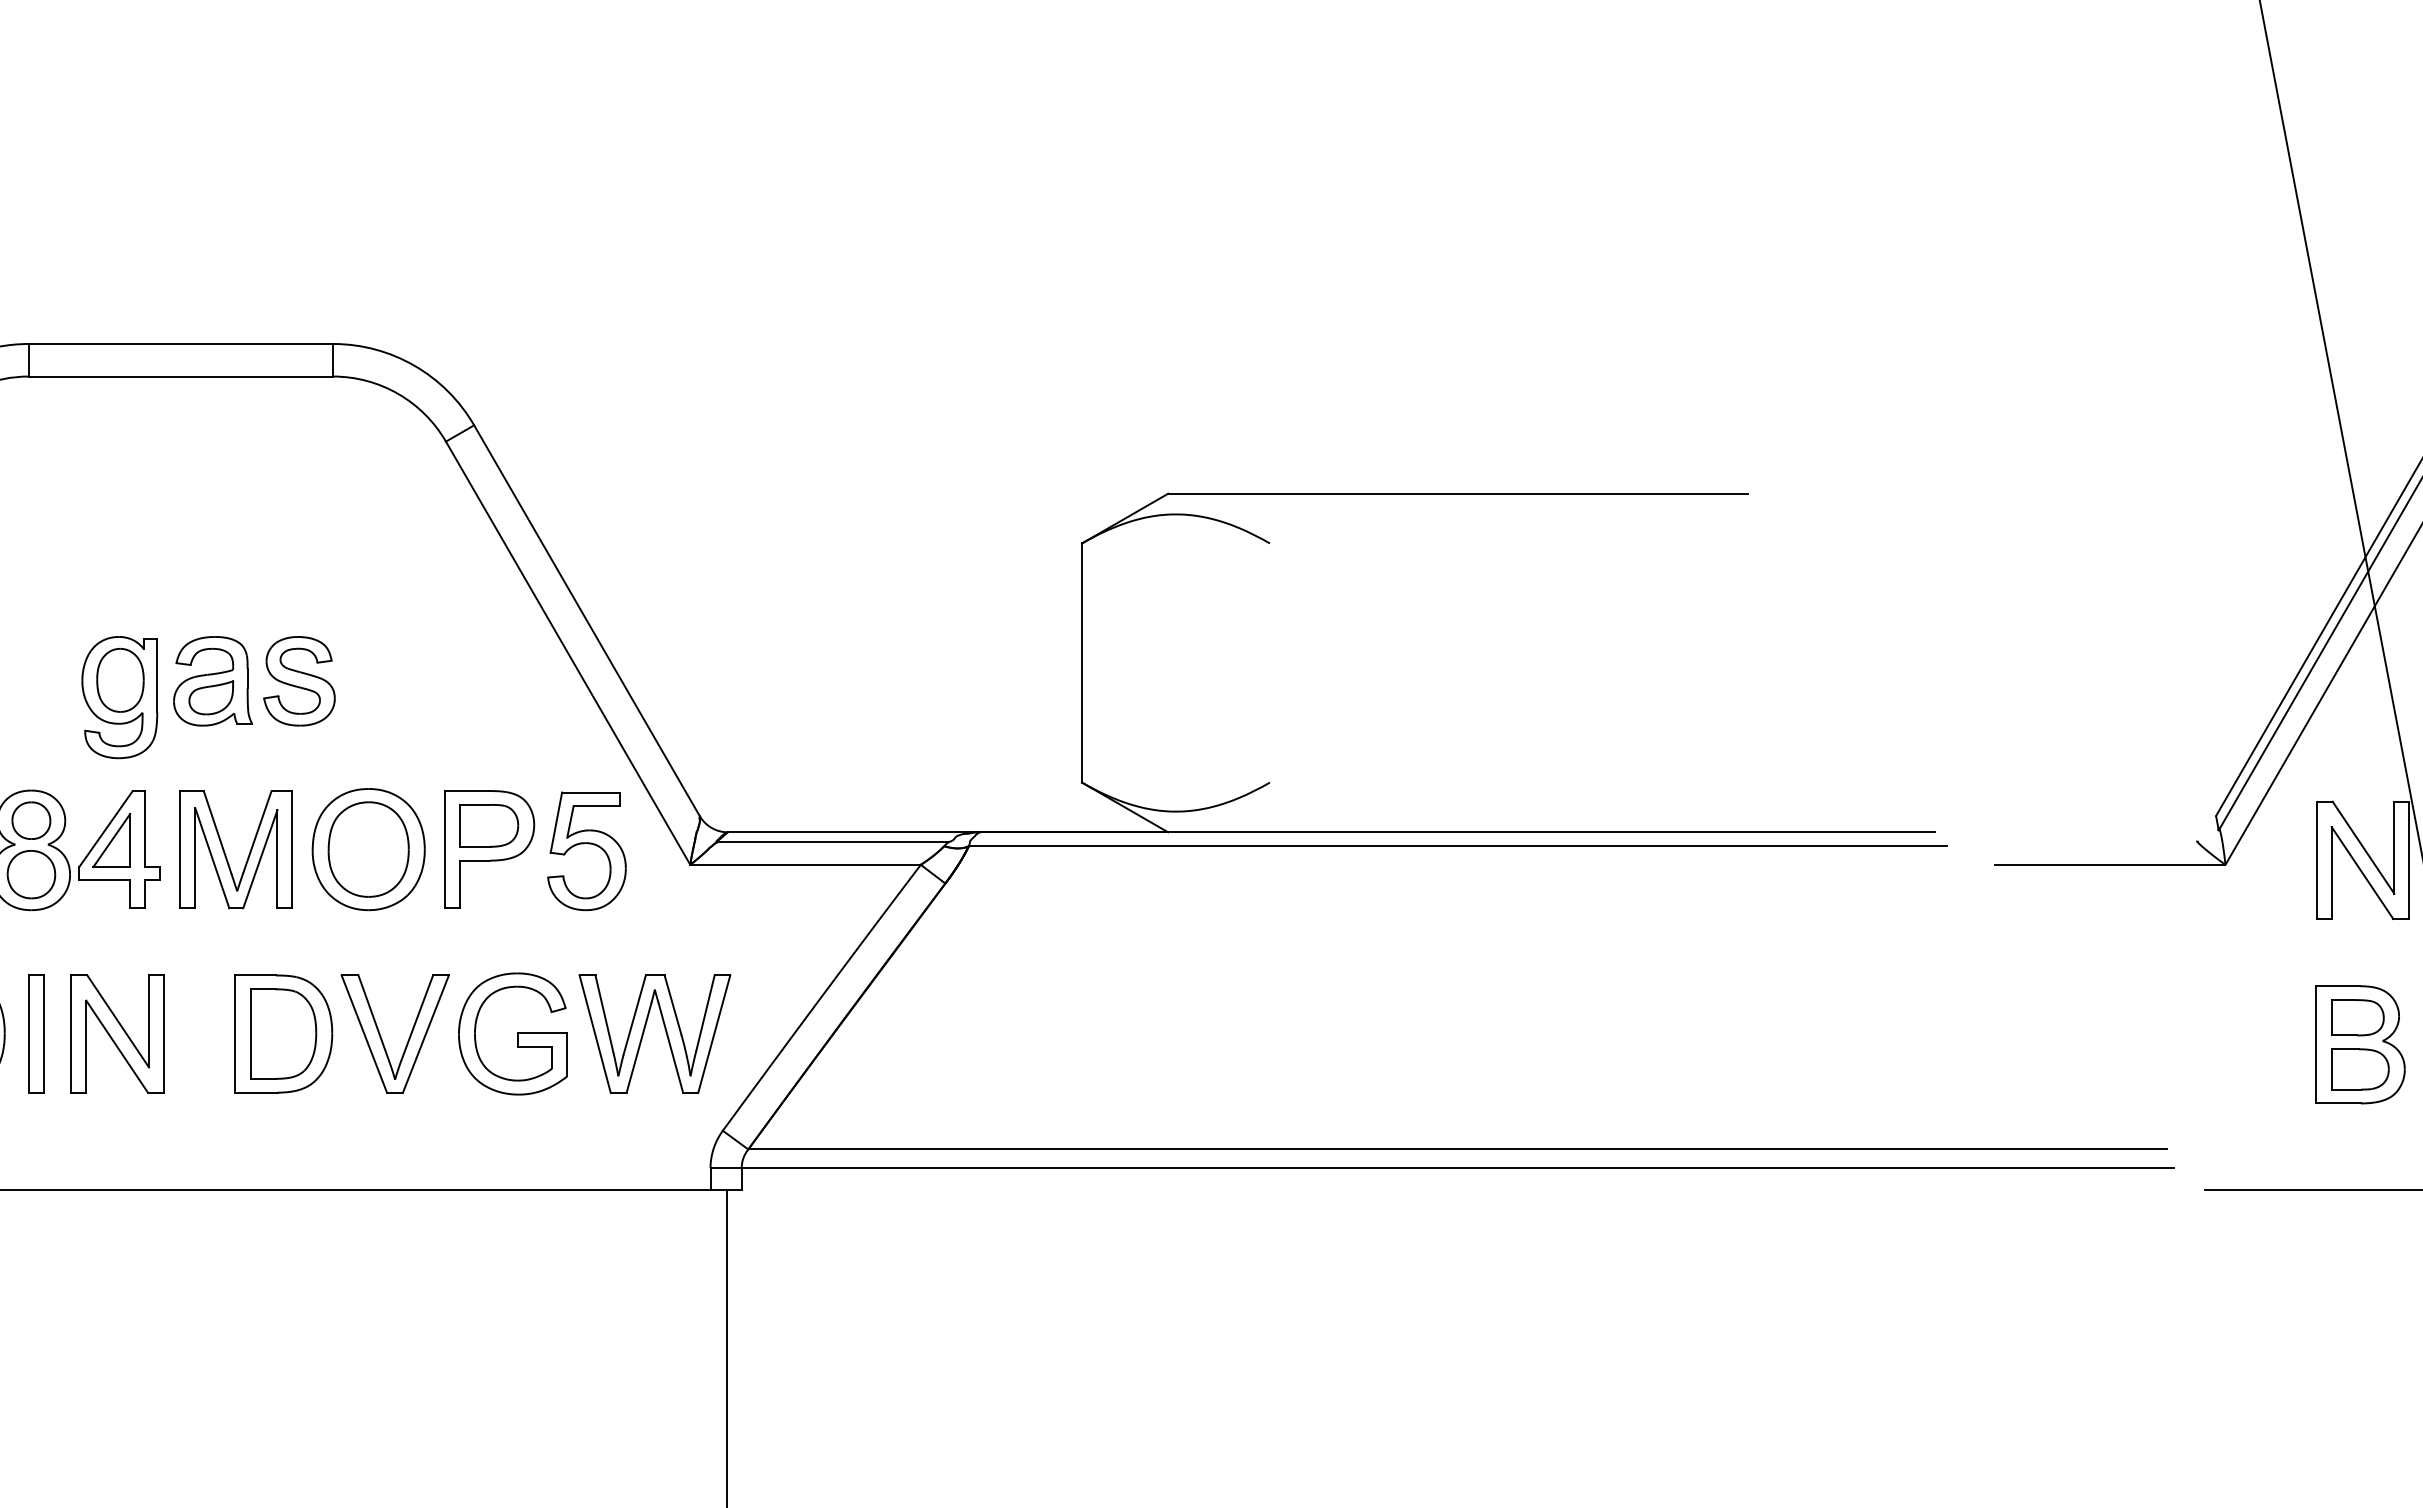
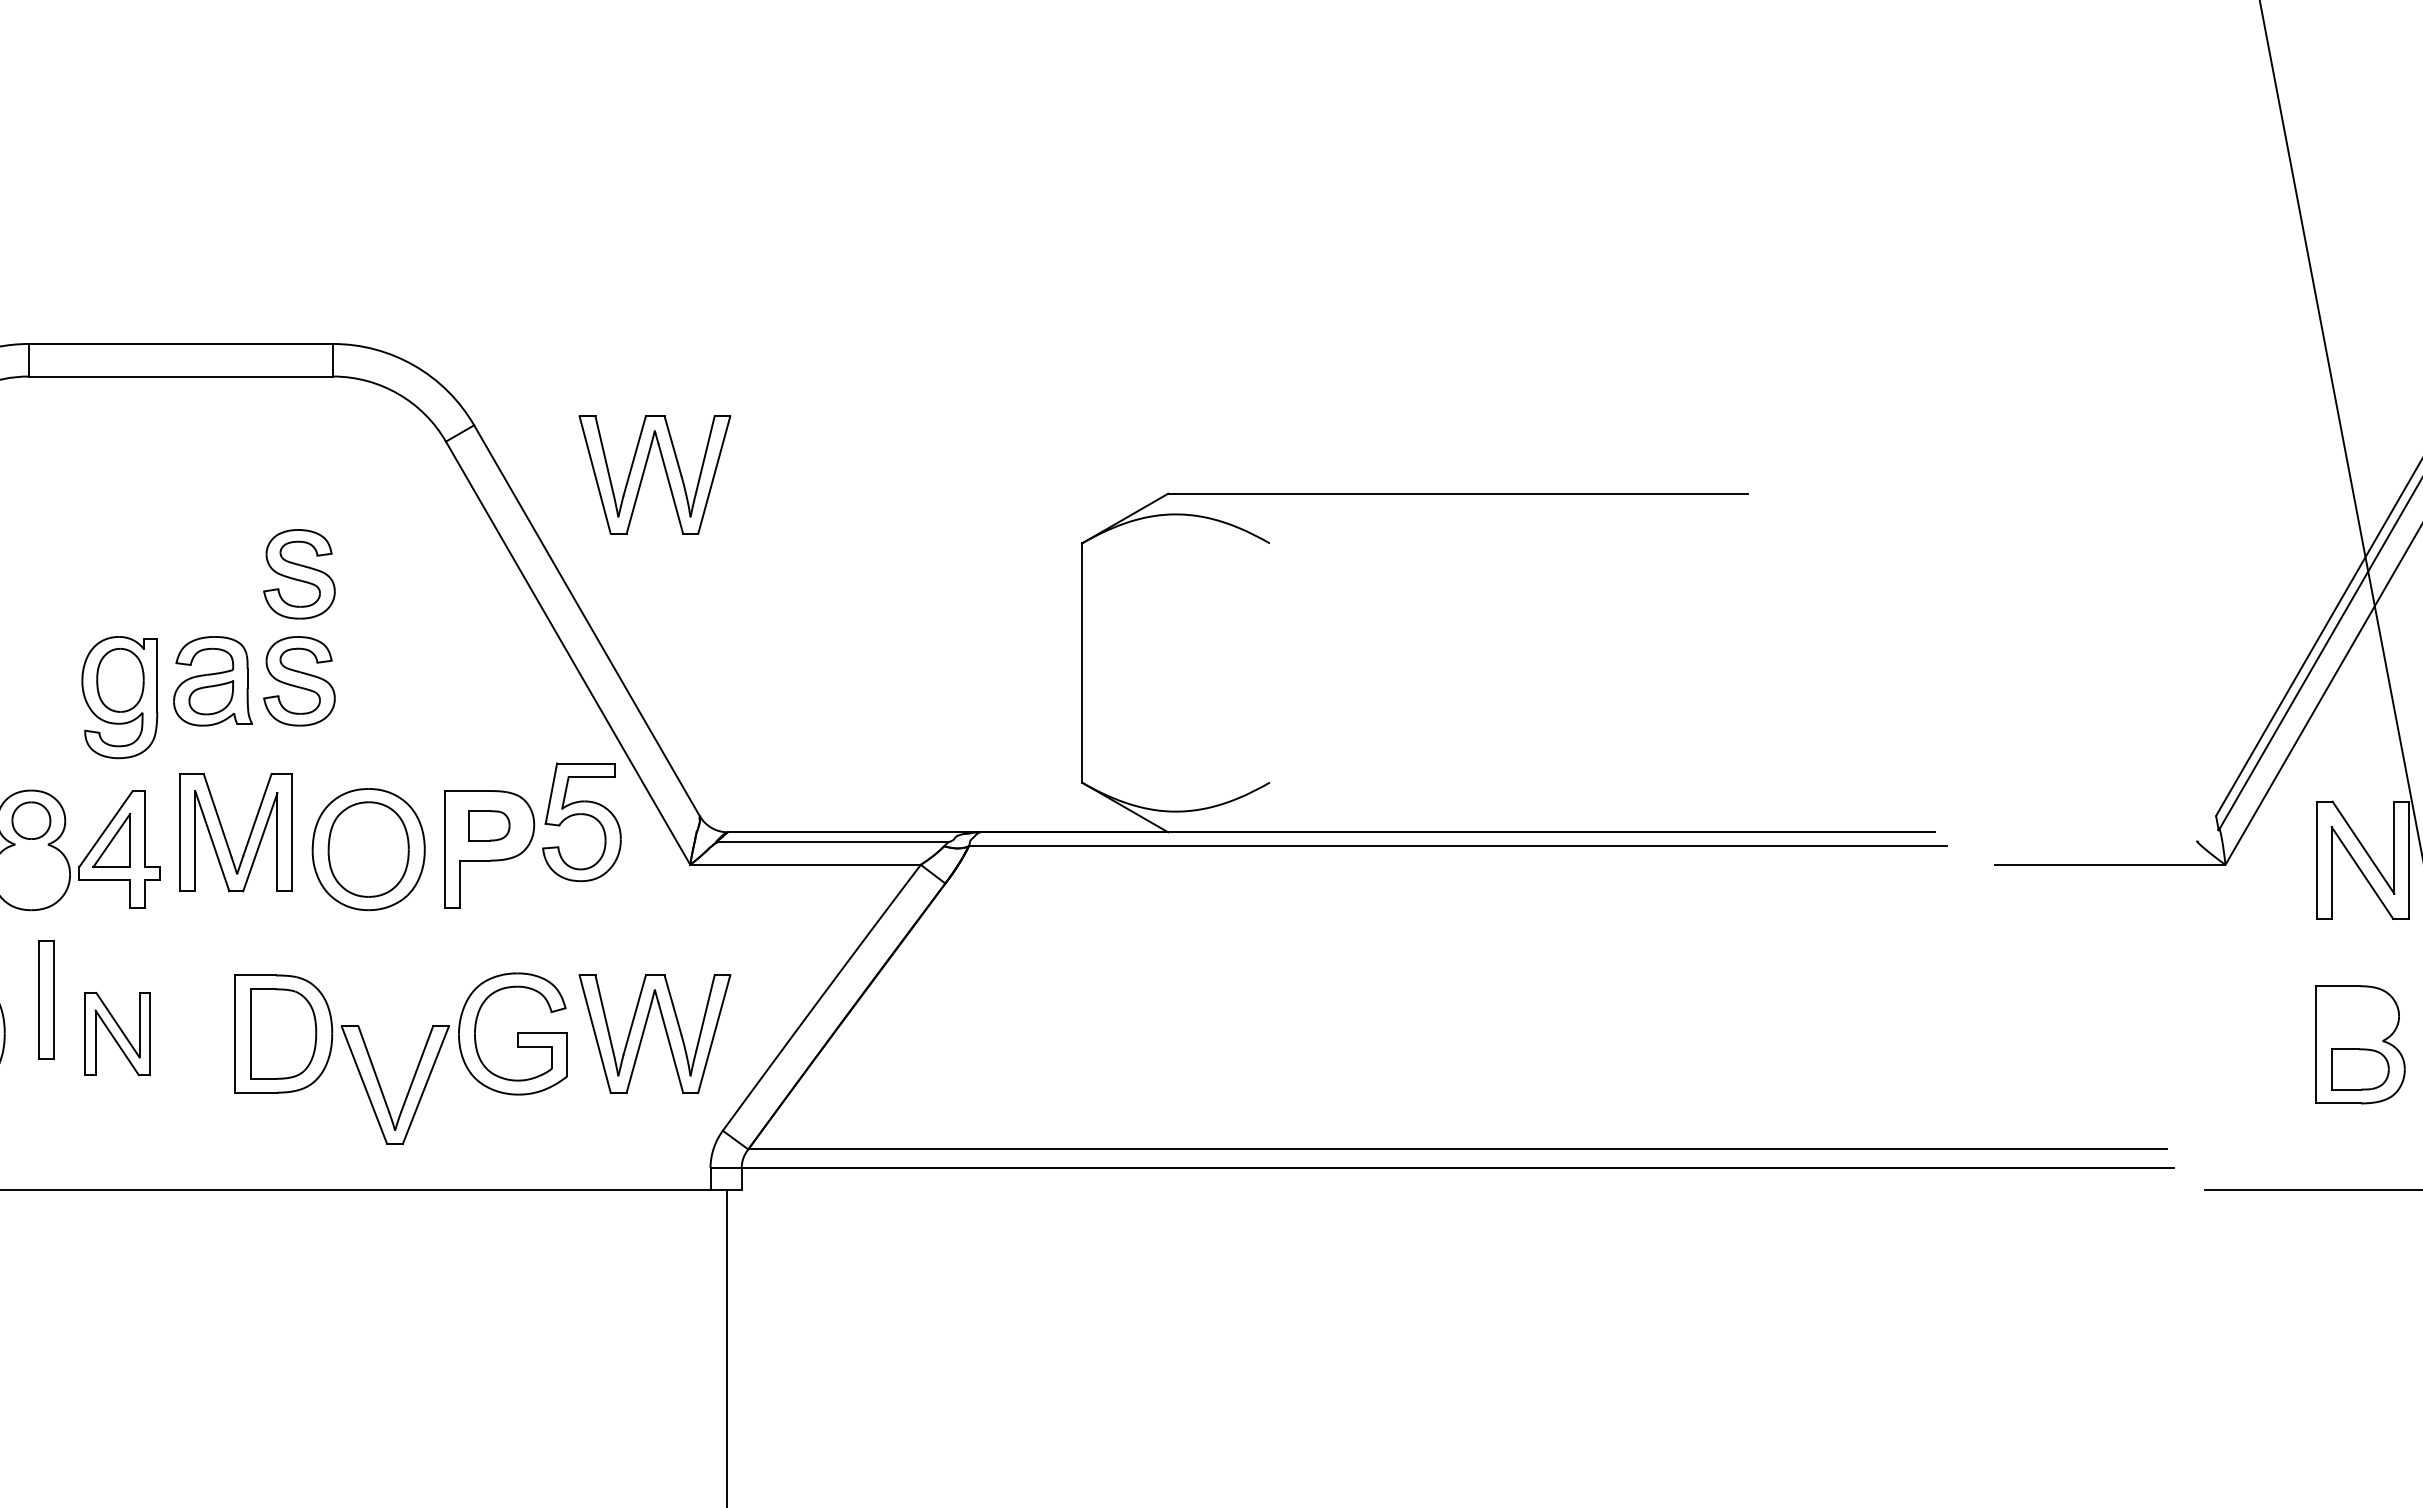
part at (645, 470): none -> present
part at (299, 574): none -> present
part at (489, 825) size: 61x44 px -> 43x32 px
part at (587, 844) position: (587, 844) -> (582, 815)
part at (225, 852) position: (225, 852) -> (225, 835)
part at (31, 874): present -> none
part at (2357, 1017): present -> none
part at (36, 1033) position: (36, 1033) -> (46, 999)
part at (117, 1033) size: 95x120 px -> 67x85 px
part at (381, 1036) position: (381, 1036) -> (381, 1087)
